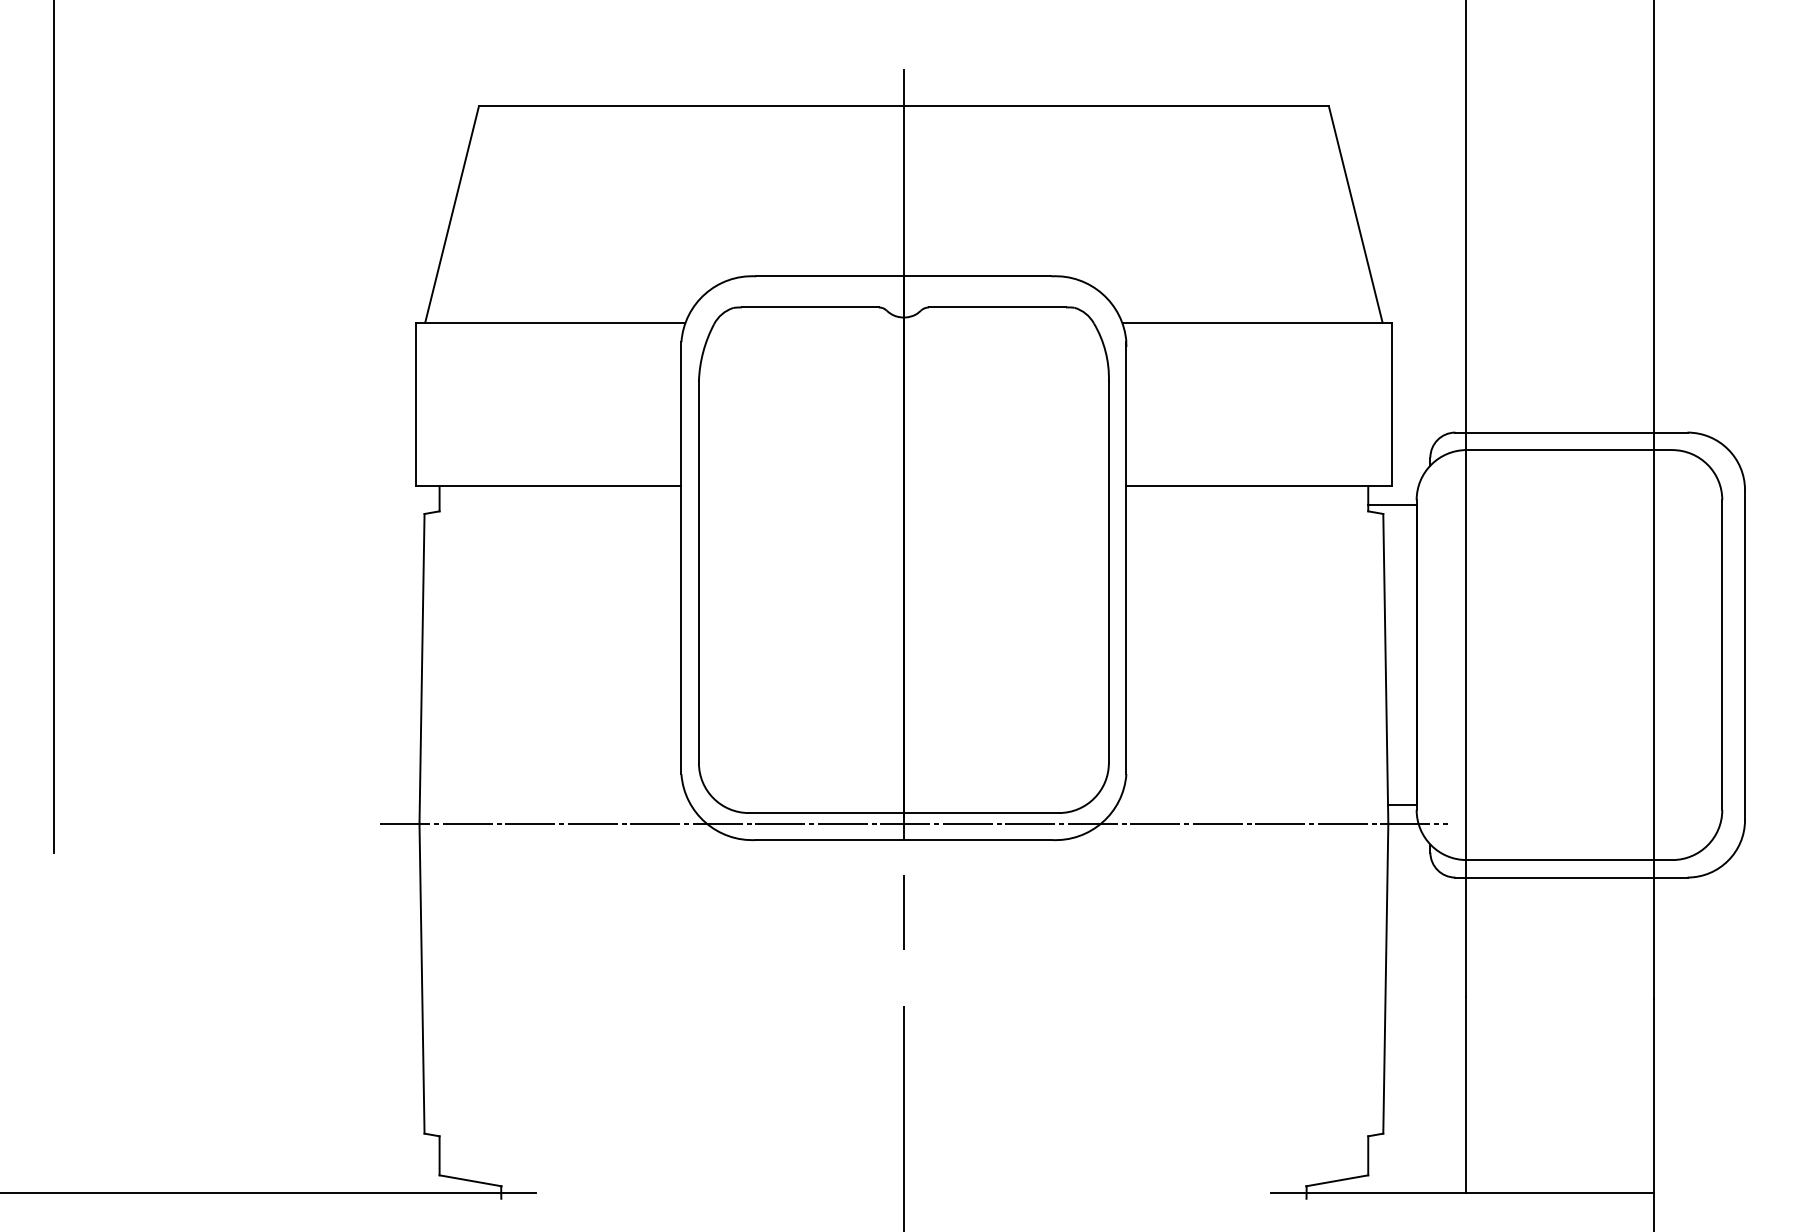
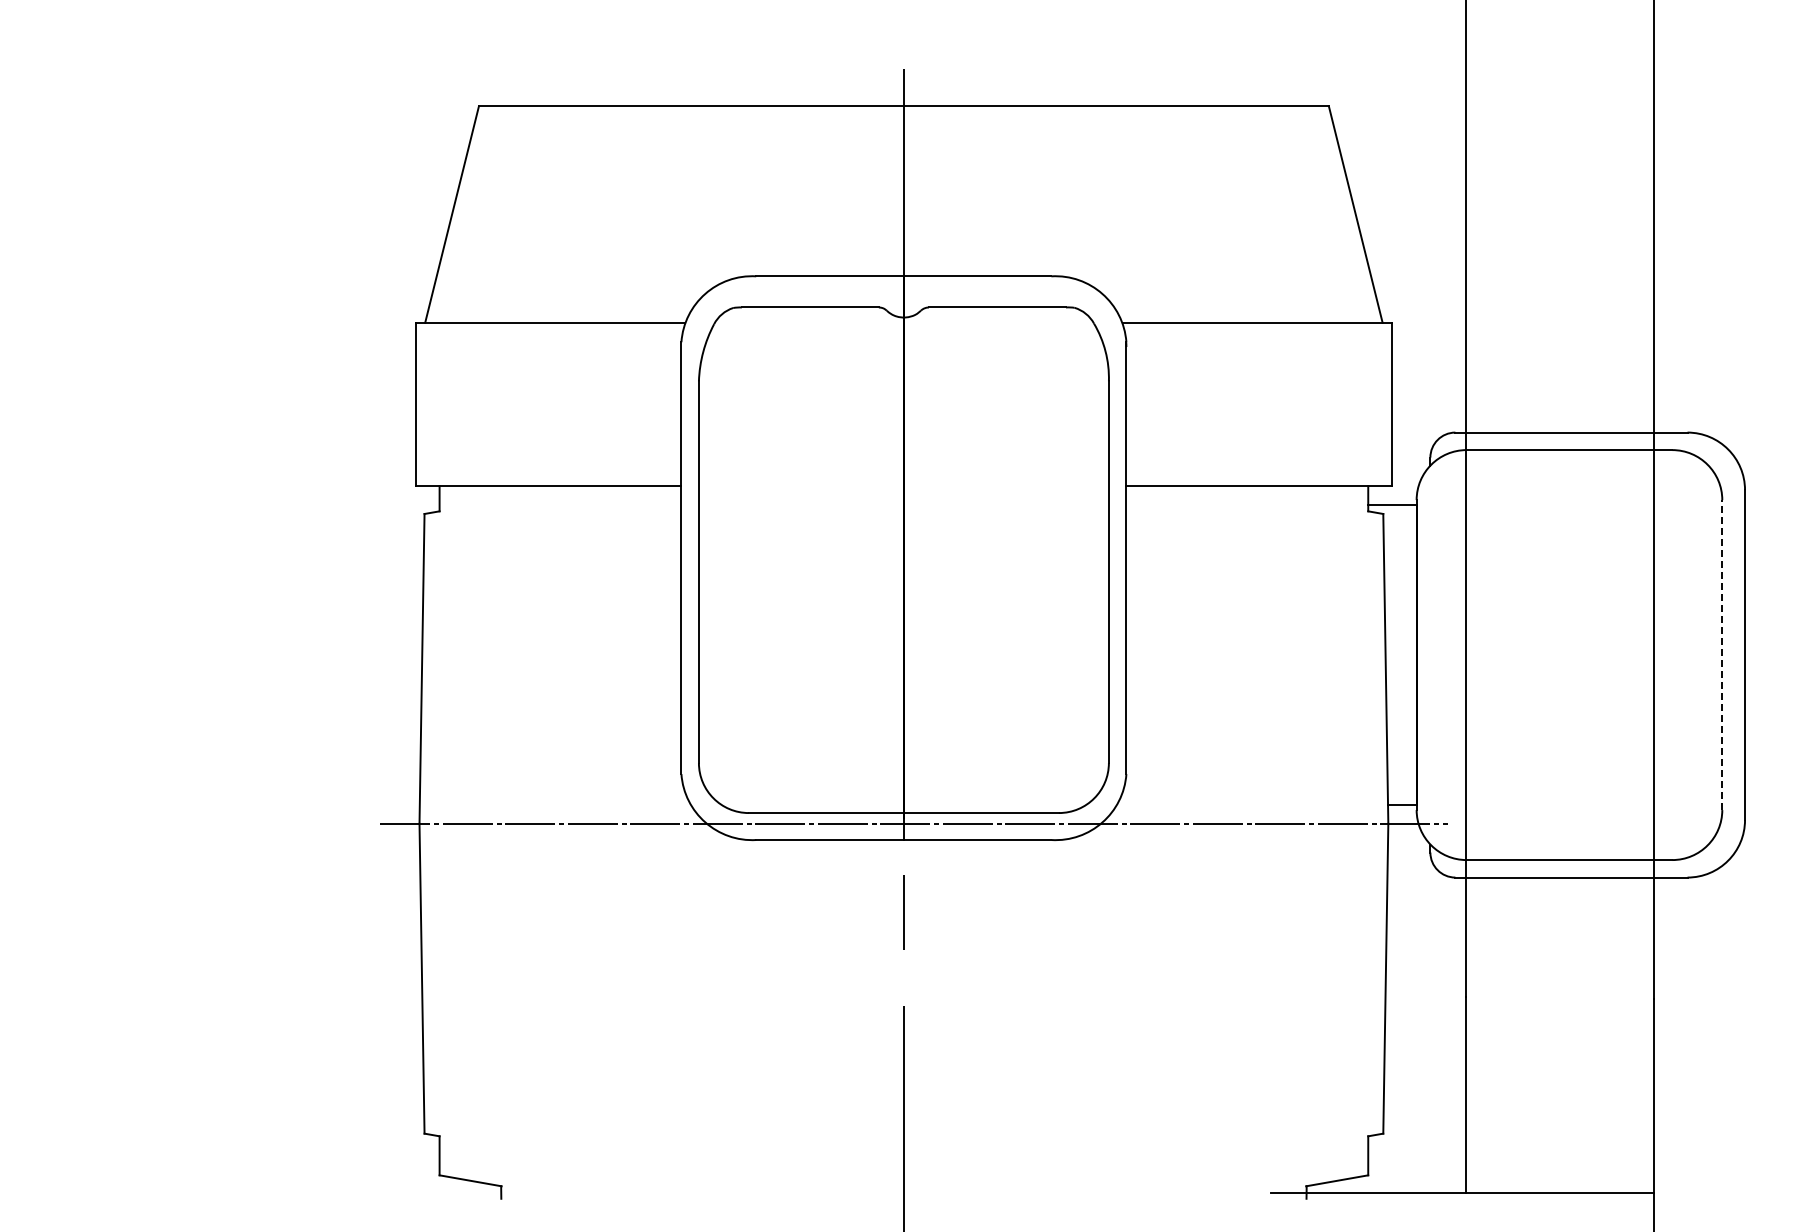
line at (53, 427): present -> none
line at (1722, 654): solid -> dashed
line at (269, 1192): present -> none
